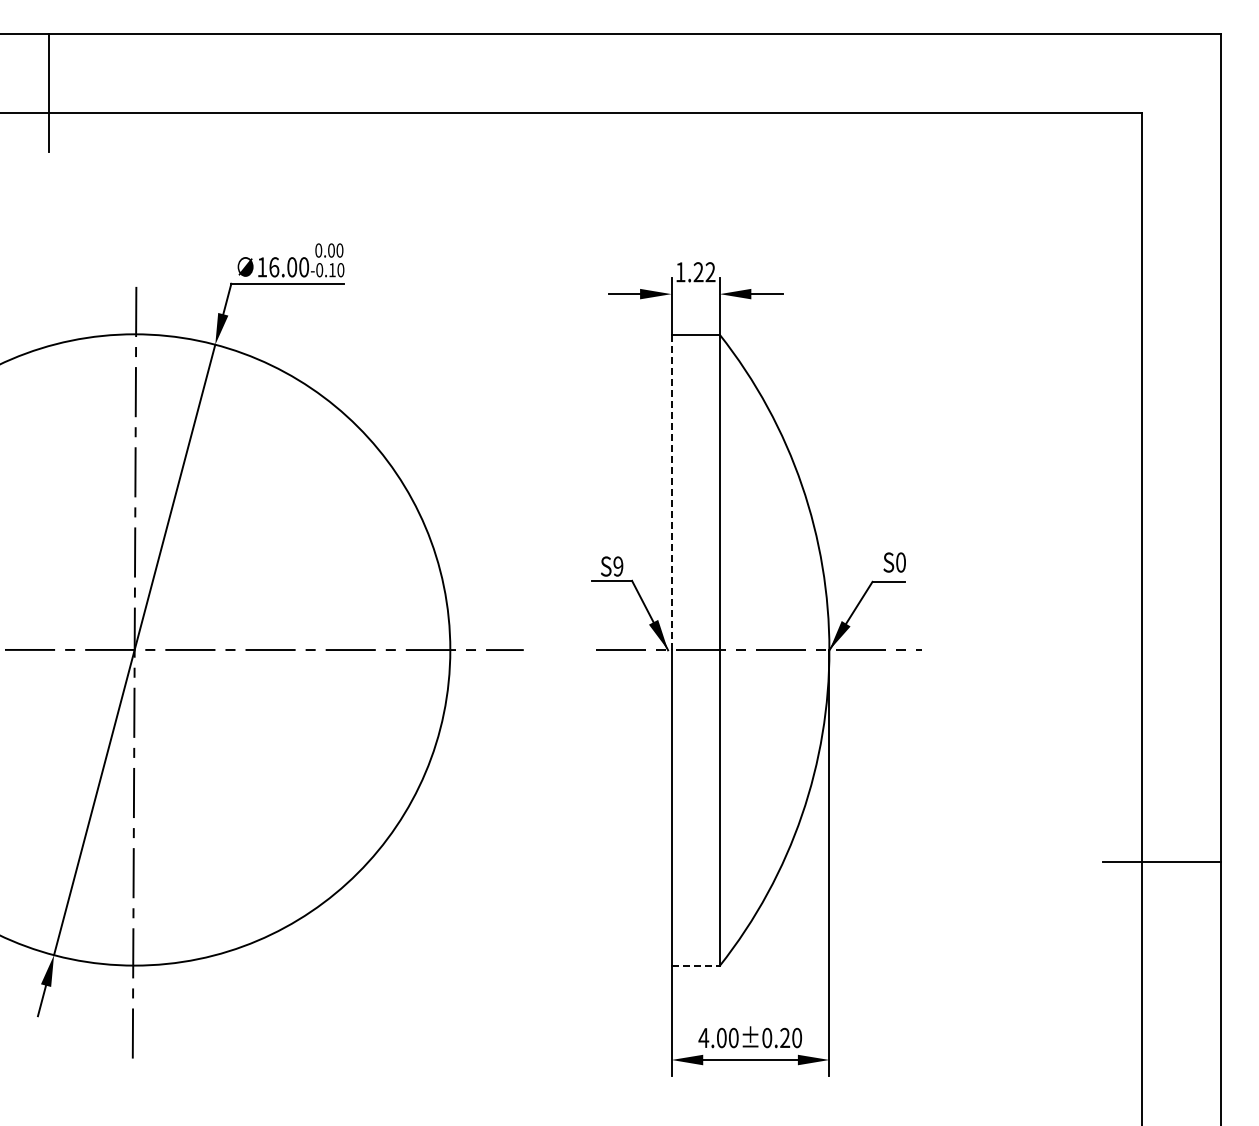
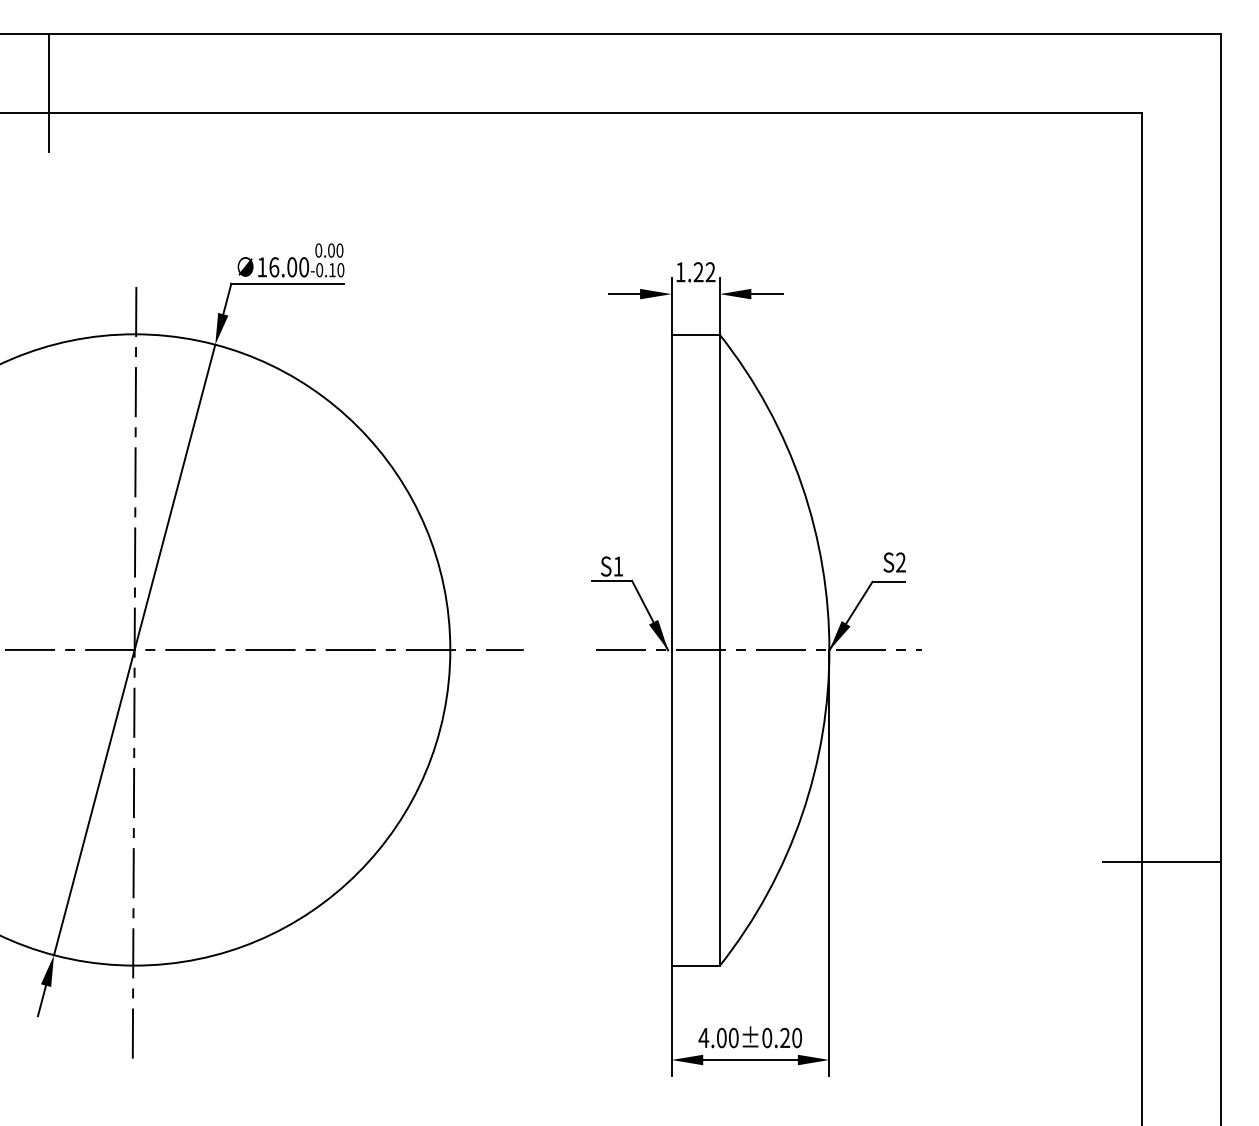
line at (671, 492): dashed -> solid
text at (900, 562): S0 -> S2
text at (618, 566): S9 -> S1
line at (696, 965): dashed -> solid
